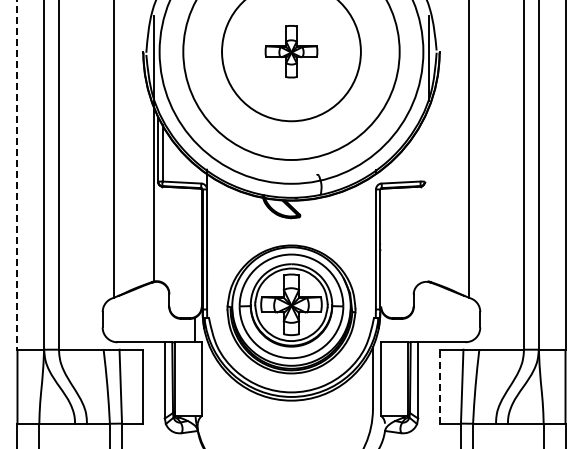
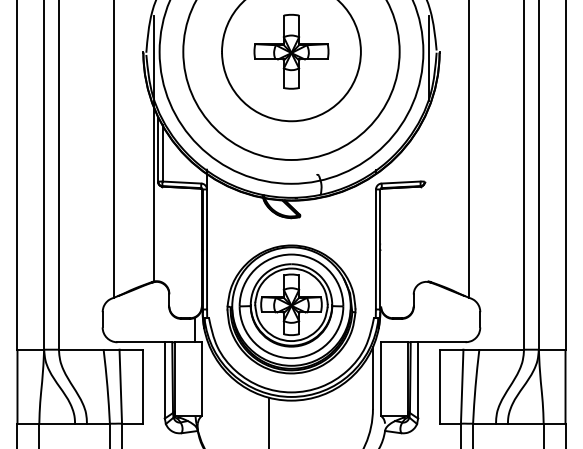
part at (291, 51) size: 55x54 px -> 77x77 px
line at (17, 175): dashed -> solid
line at (439, 386): dashed -> solid
line at (269, 421): none -> present
